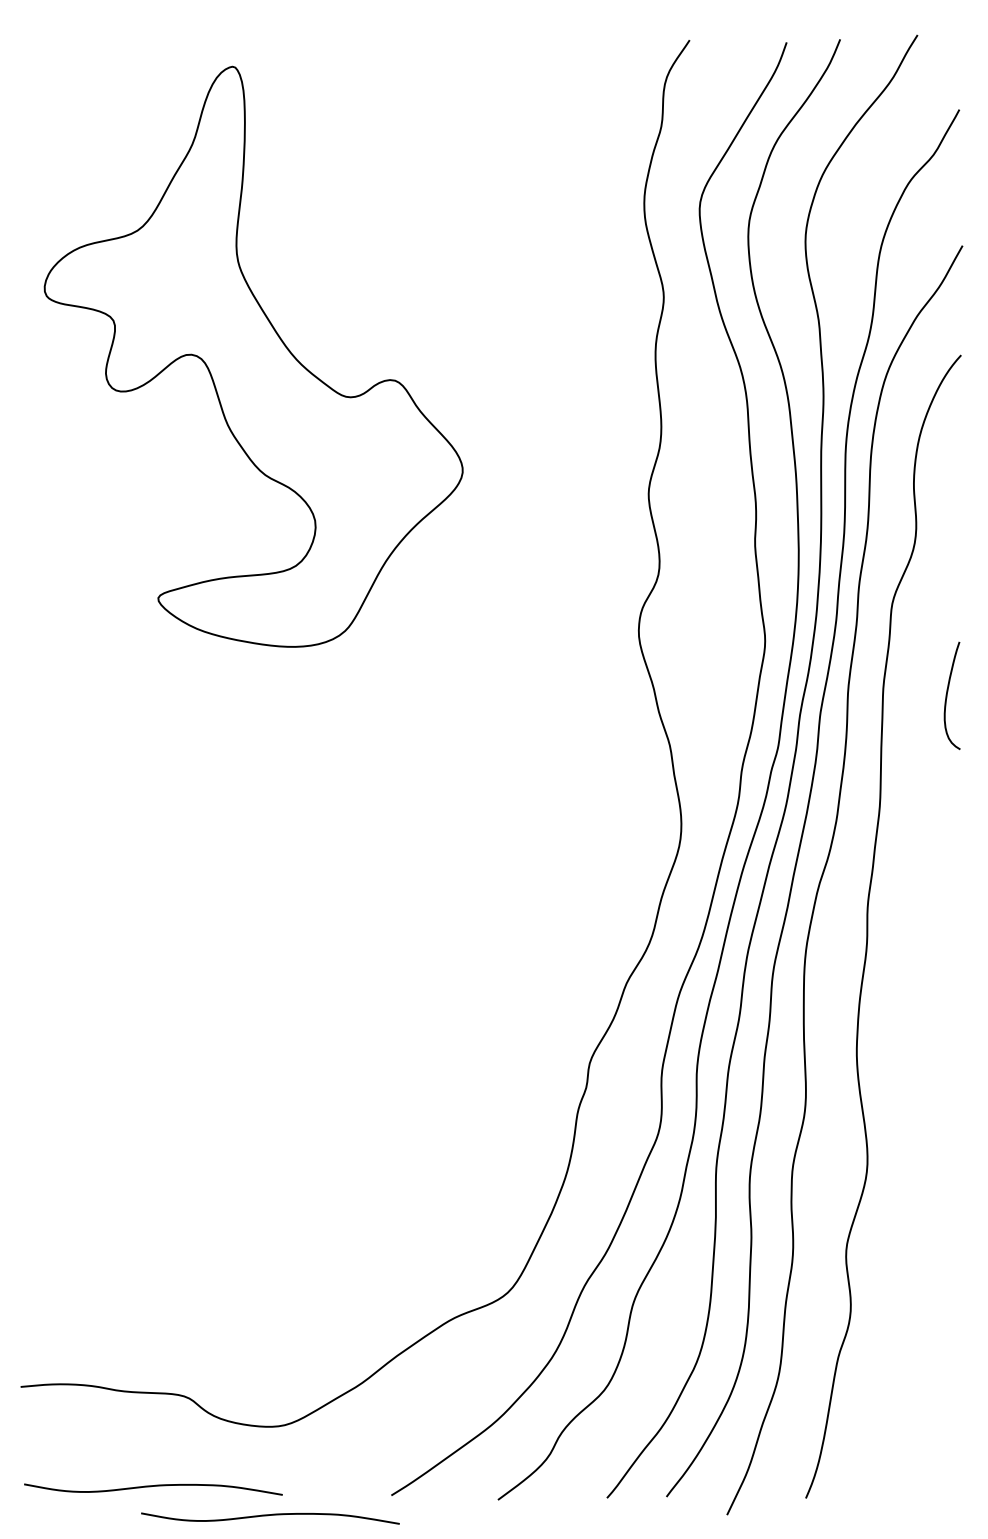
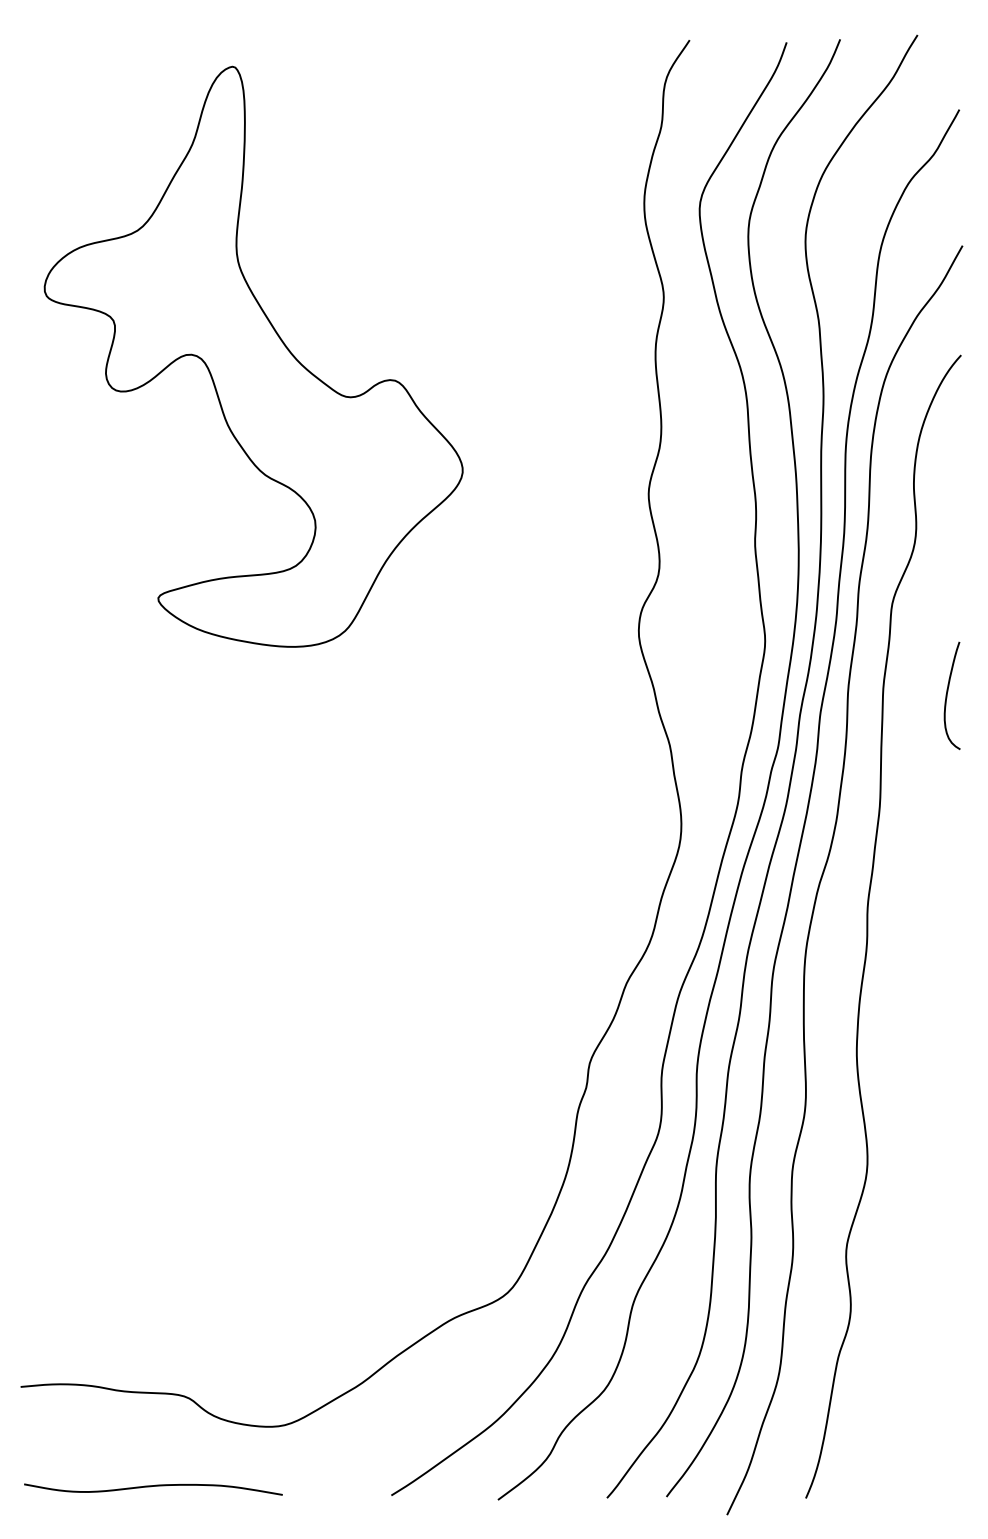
curve at (268, 1516): present -> none
